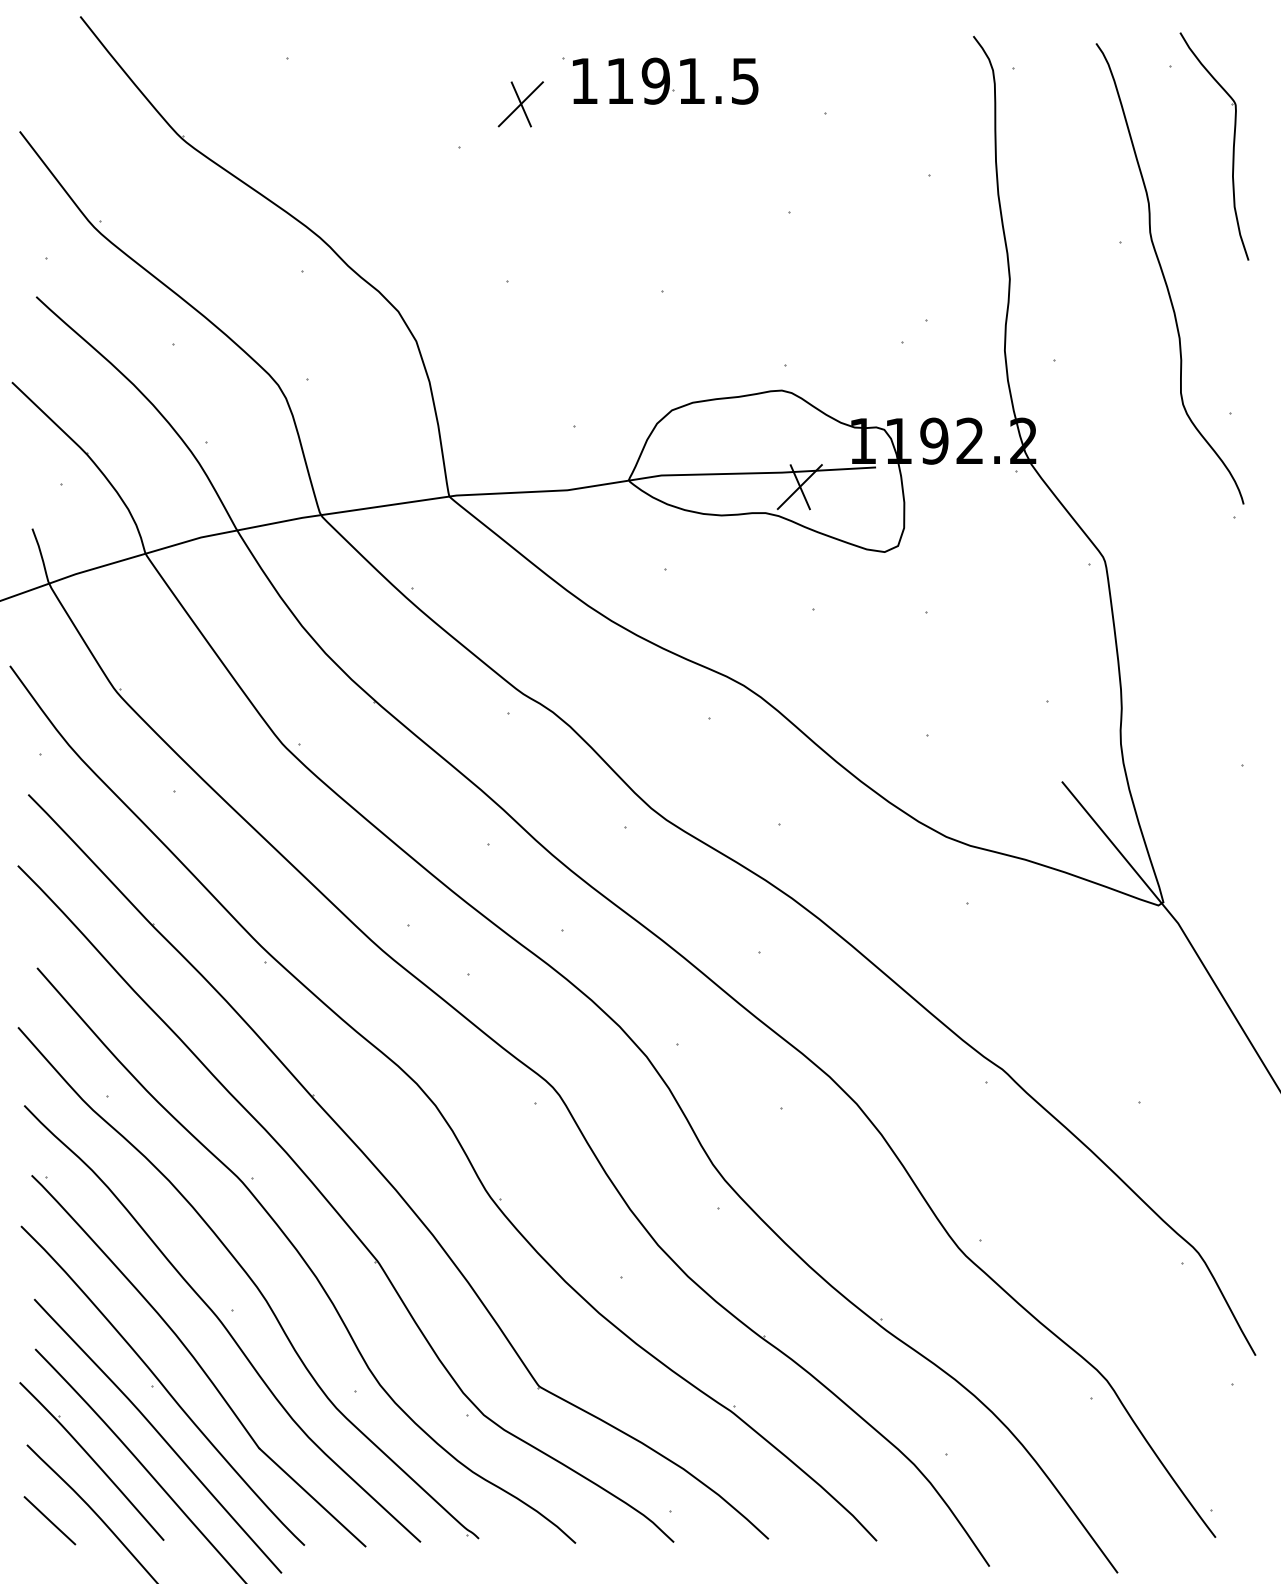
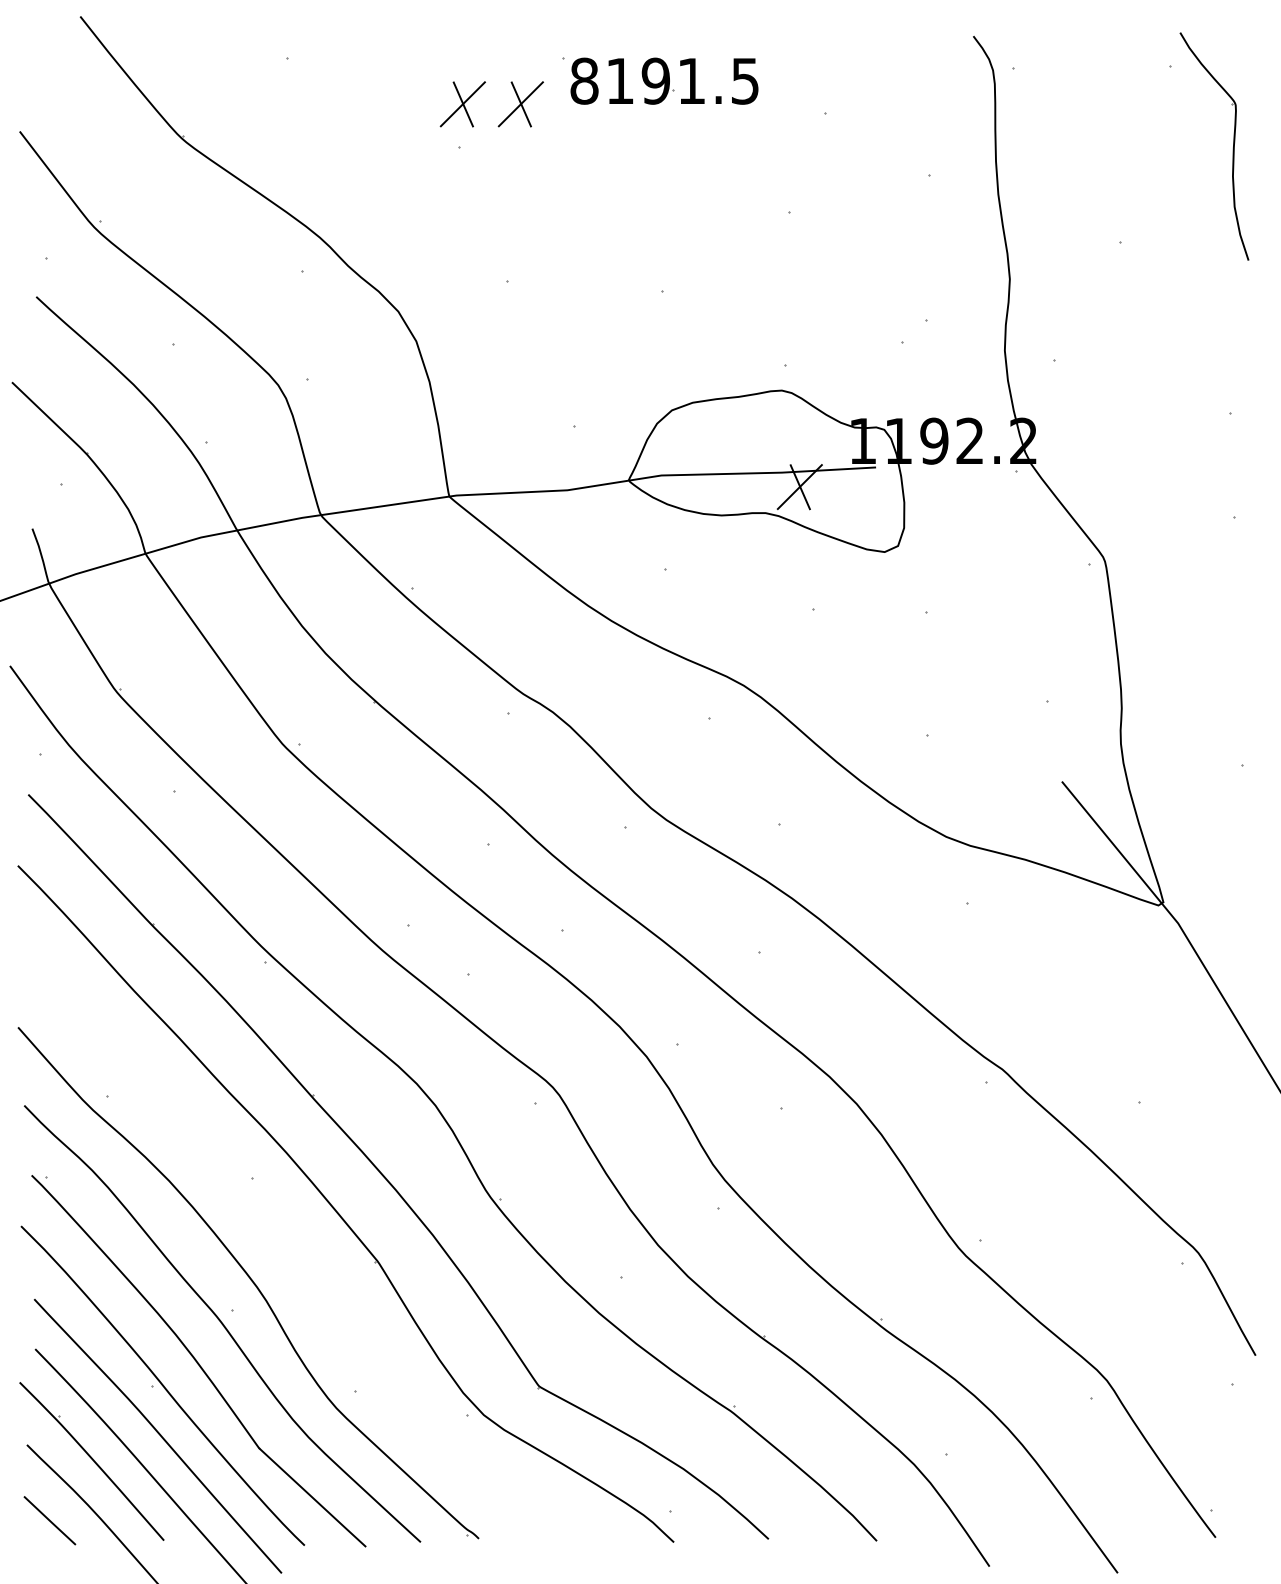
text at (584, 80): 1191.5 -> 8191.5
part at (462, 104): none -> present
curve at (1164, 274): present -> none
curve at (303, 1257): present -> none
